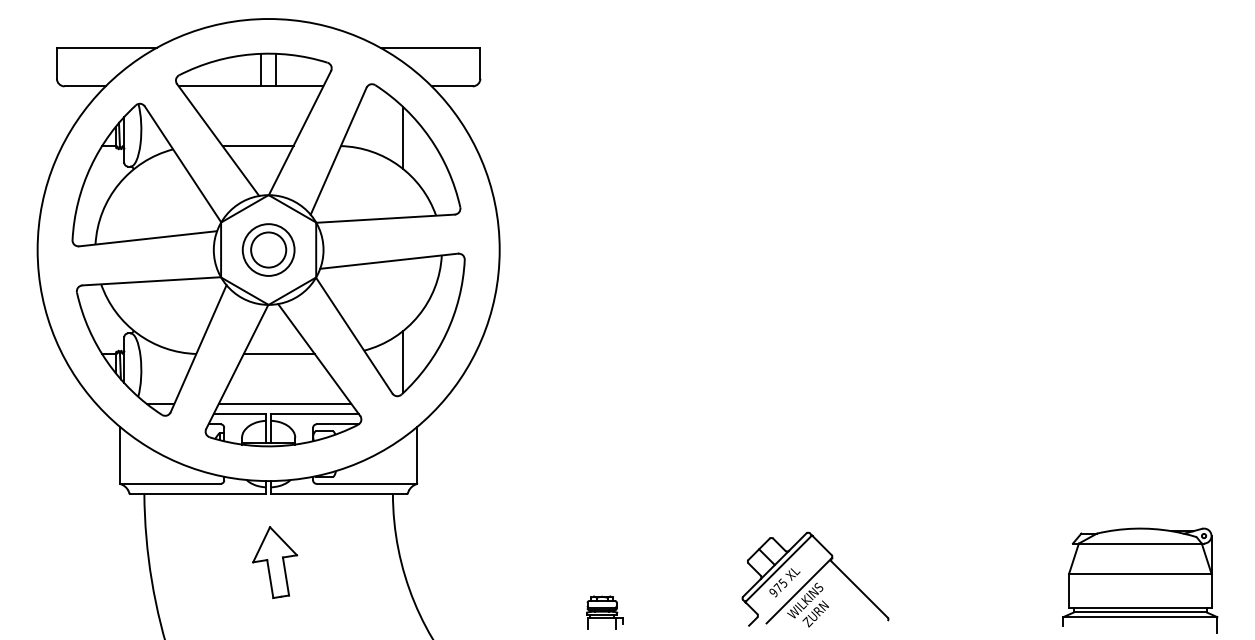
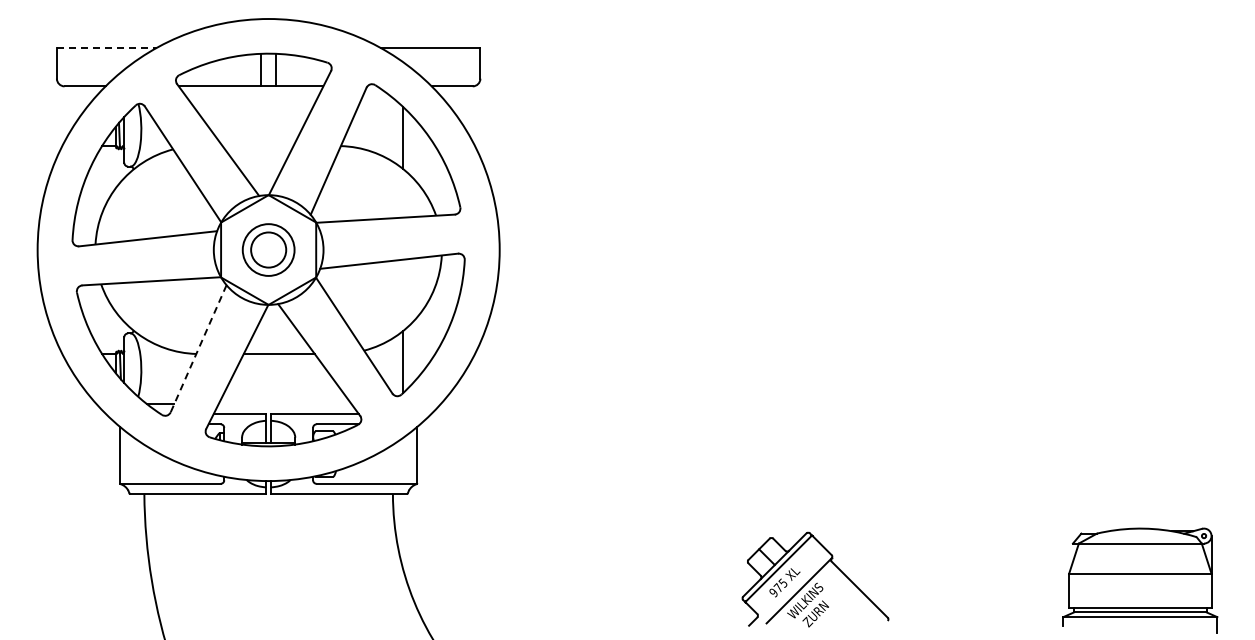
line at (106, 47): solid -> dashed
line at (257, 146): present -> none
line at (198, 349): solid -> dashed
line at (284, 404): present -> none
part at (275, 562): present -> none
part at (604, 612): present -> none
